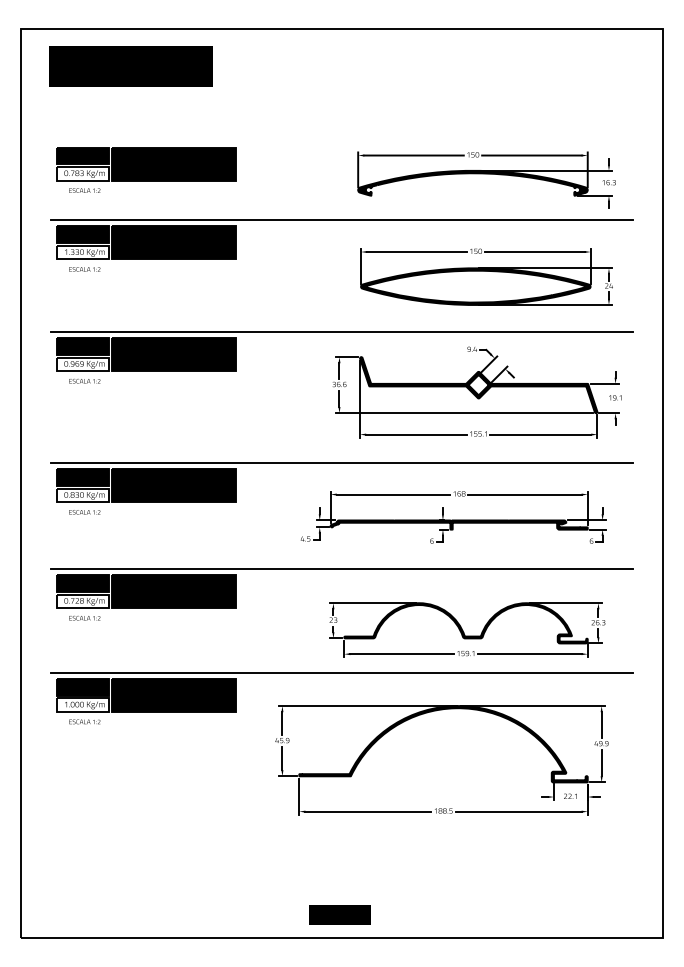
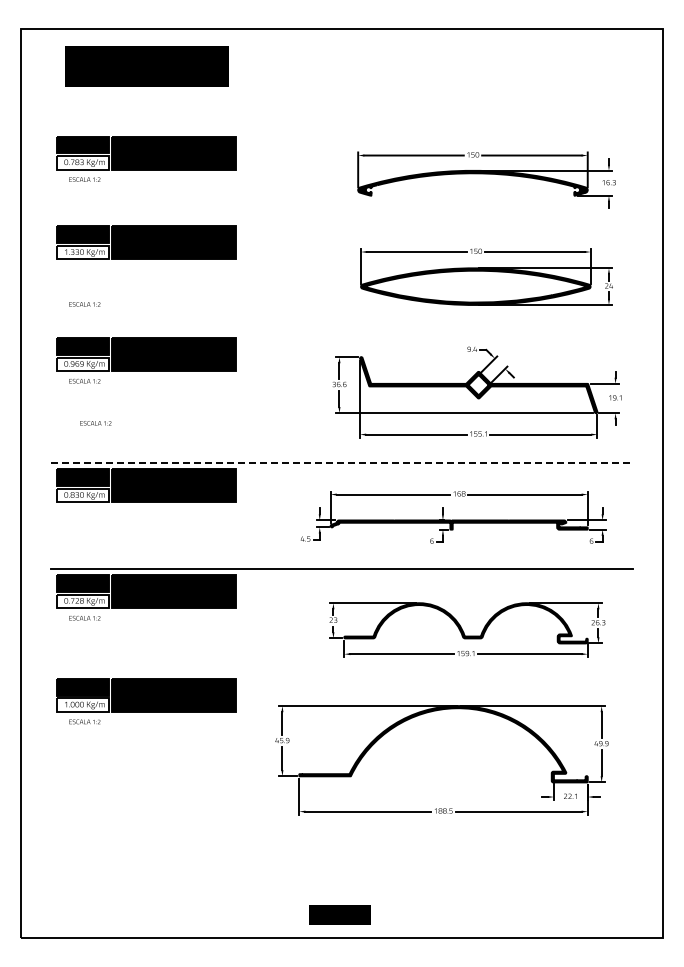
text at (130, 66) position: (130, 66) -> (146, 66)
part at (146, 169) position: (146, 169) -> (146, 158)
line at (341, 220): present -> none
text at (84, 269) position: (84, 269) -> (84, 304)
line at (341, 332): present -> none
line at (341, 463): solid -> dashed
text at (84, 512) position: (84, 512) -> (95, 423)
line at (341, 672): present -> none
